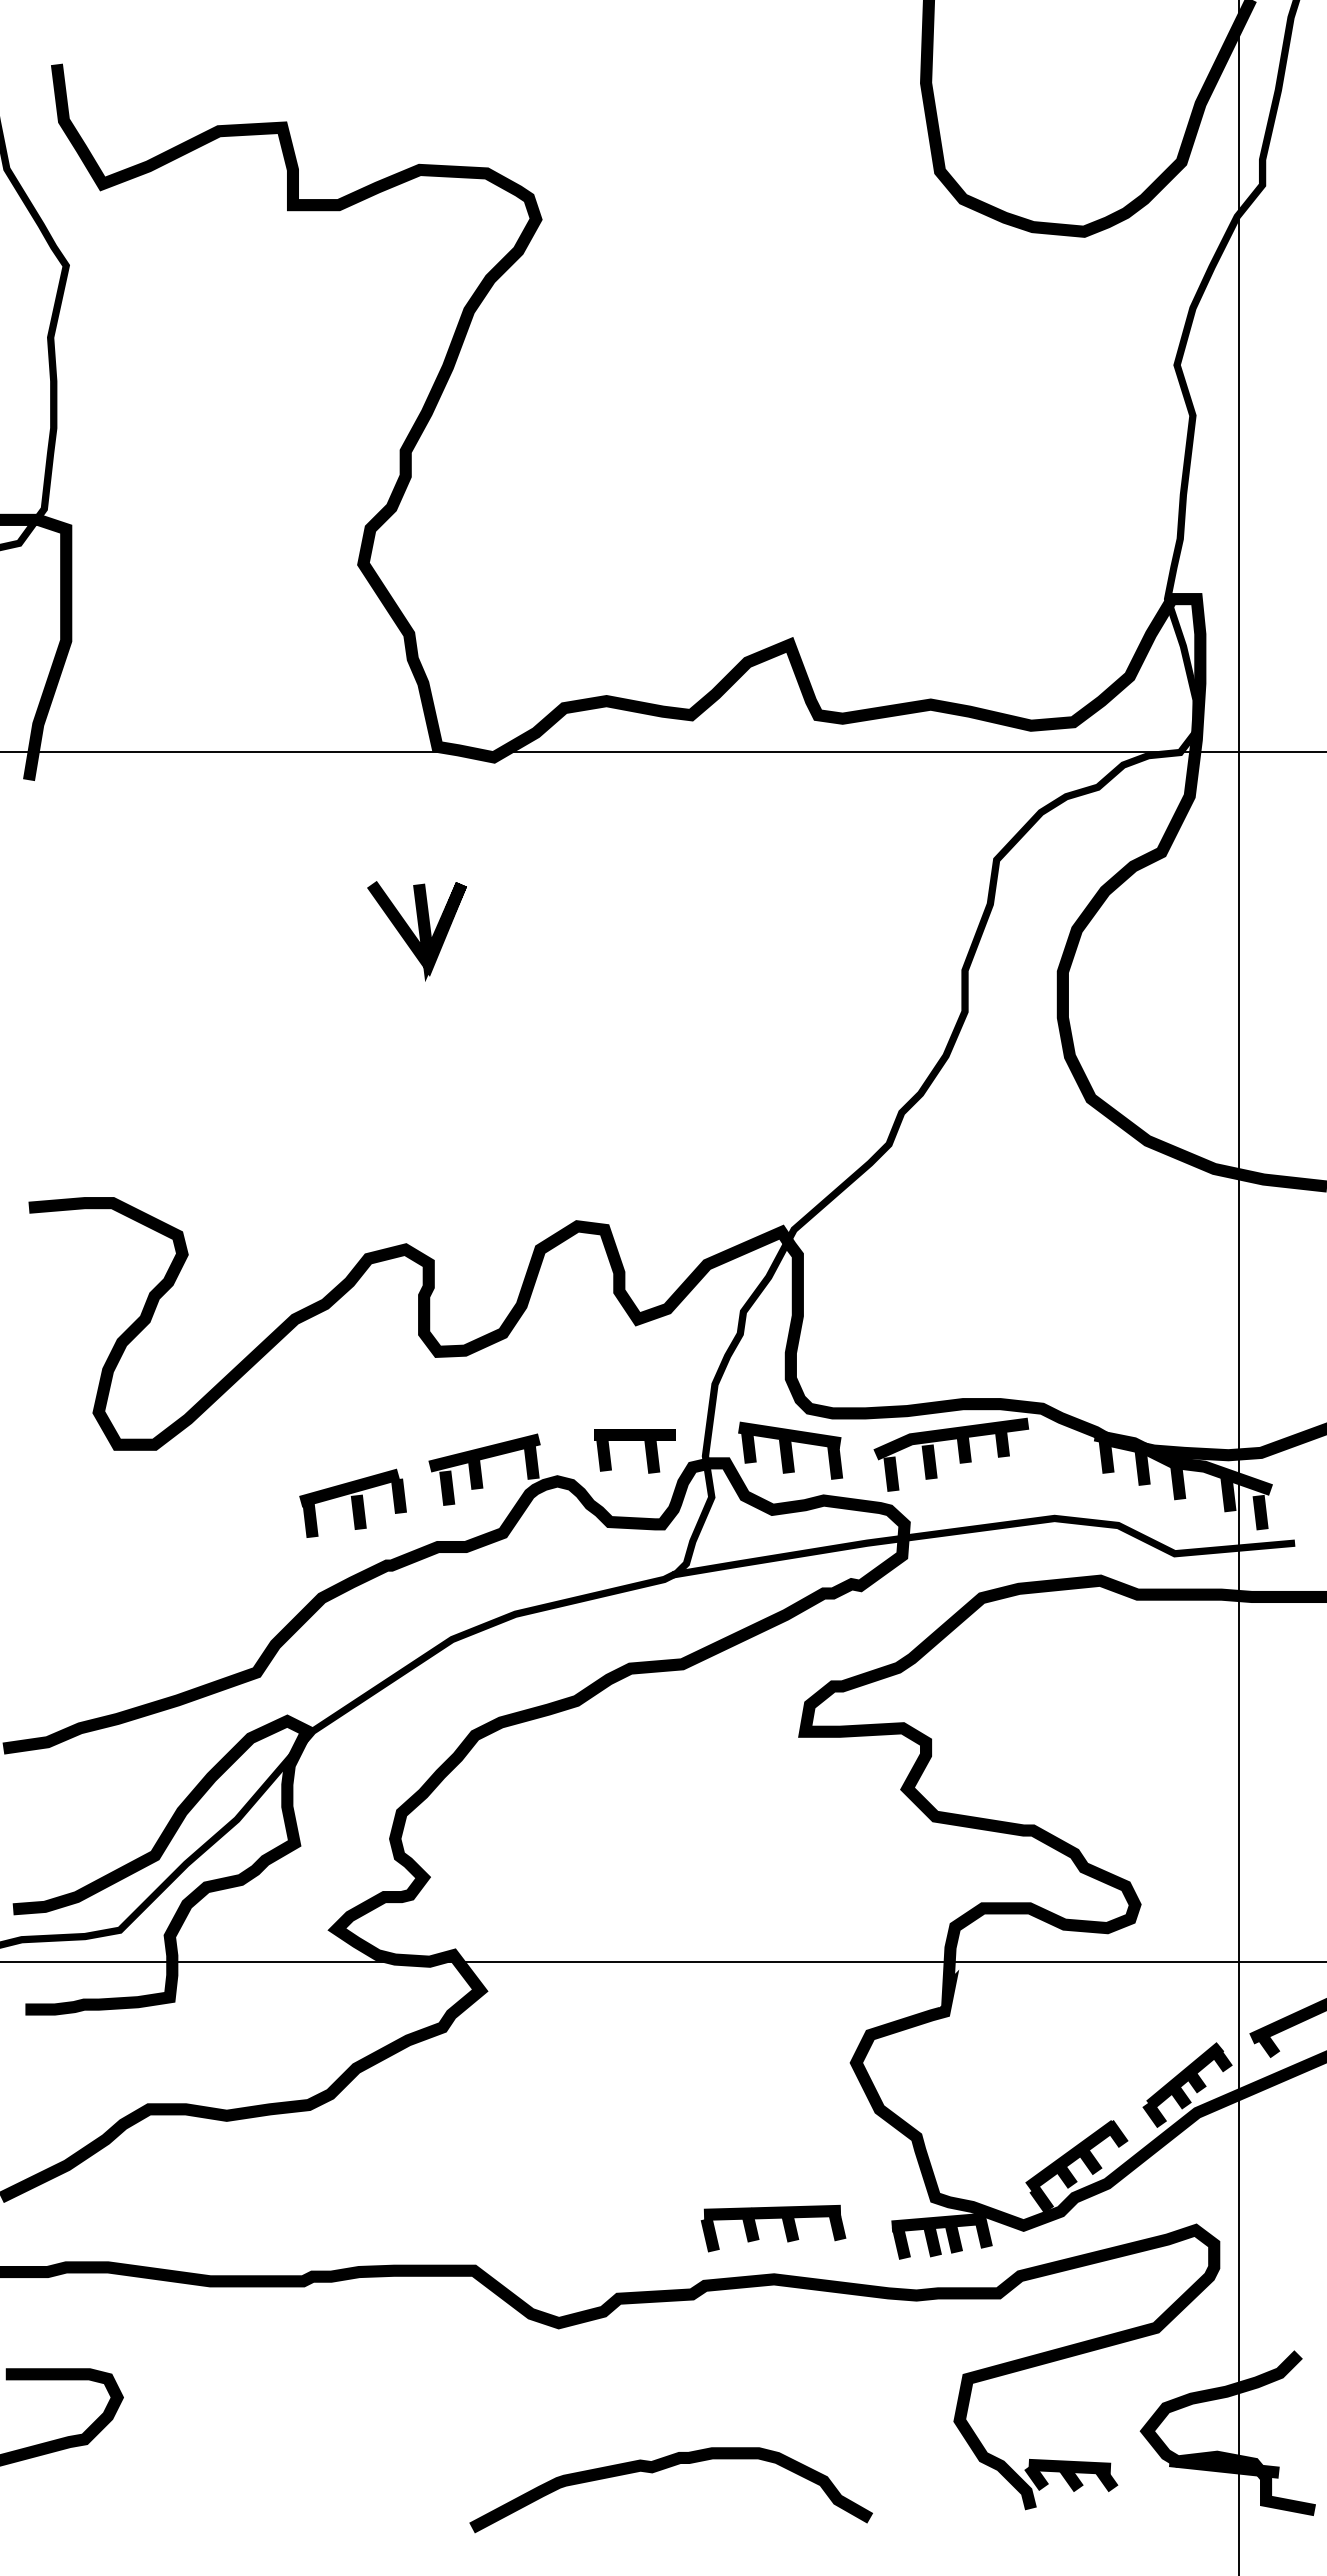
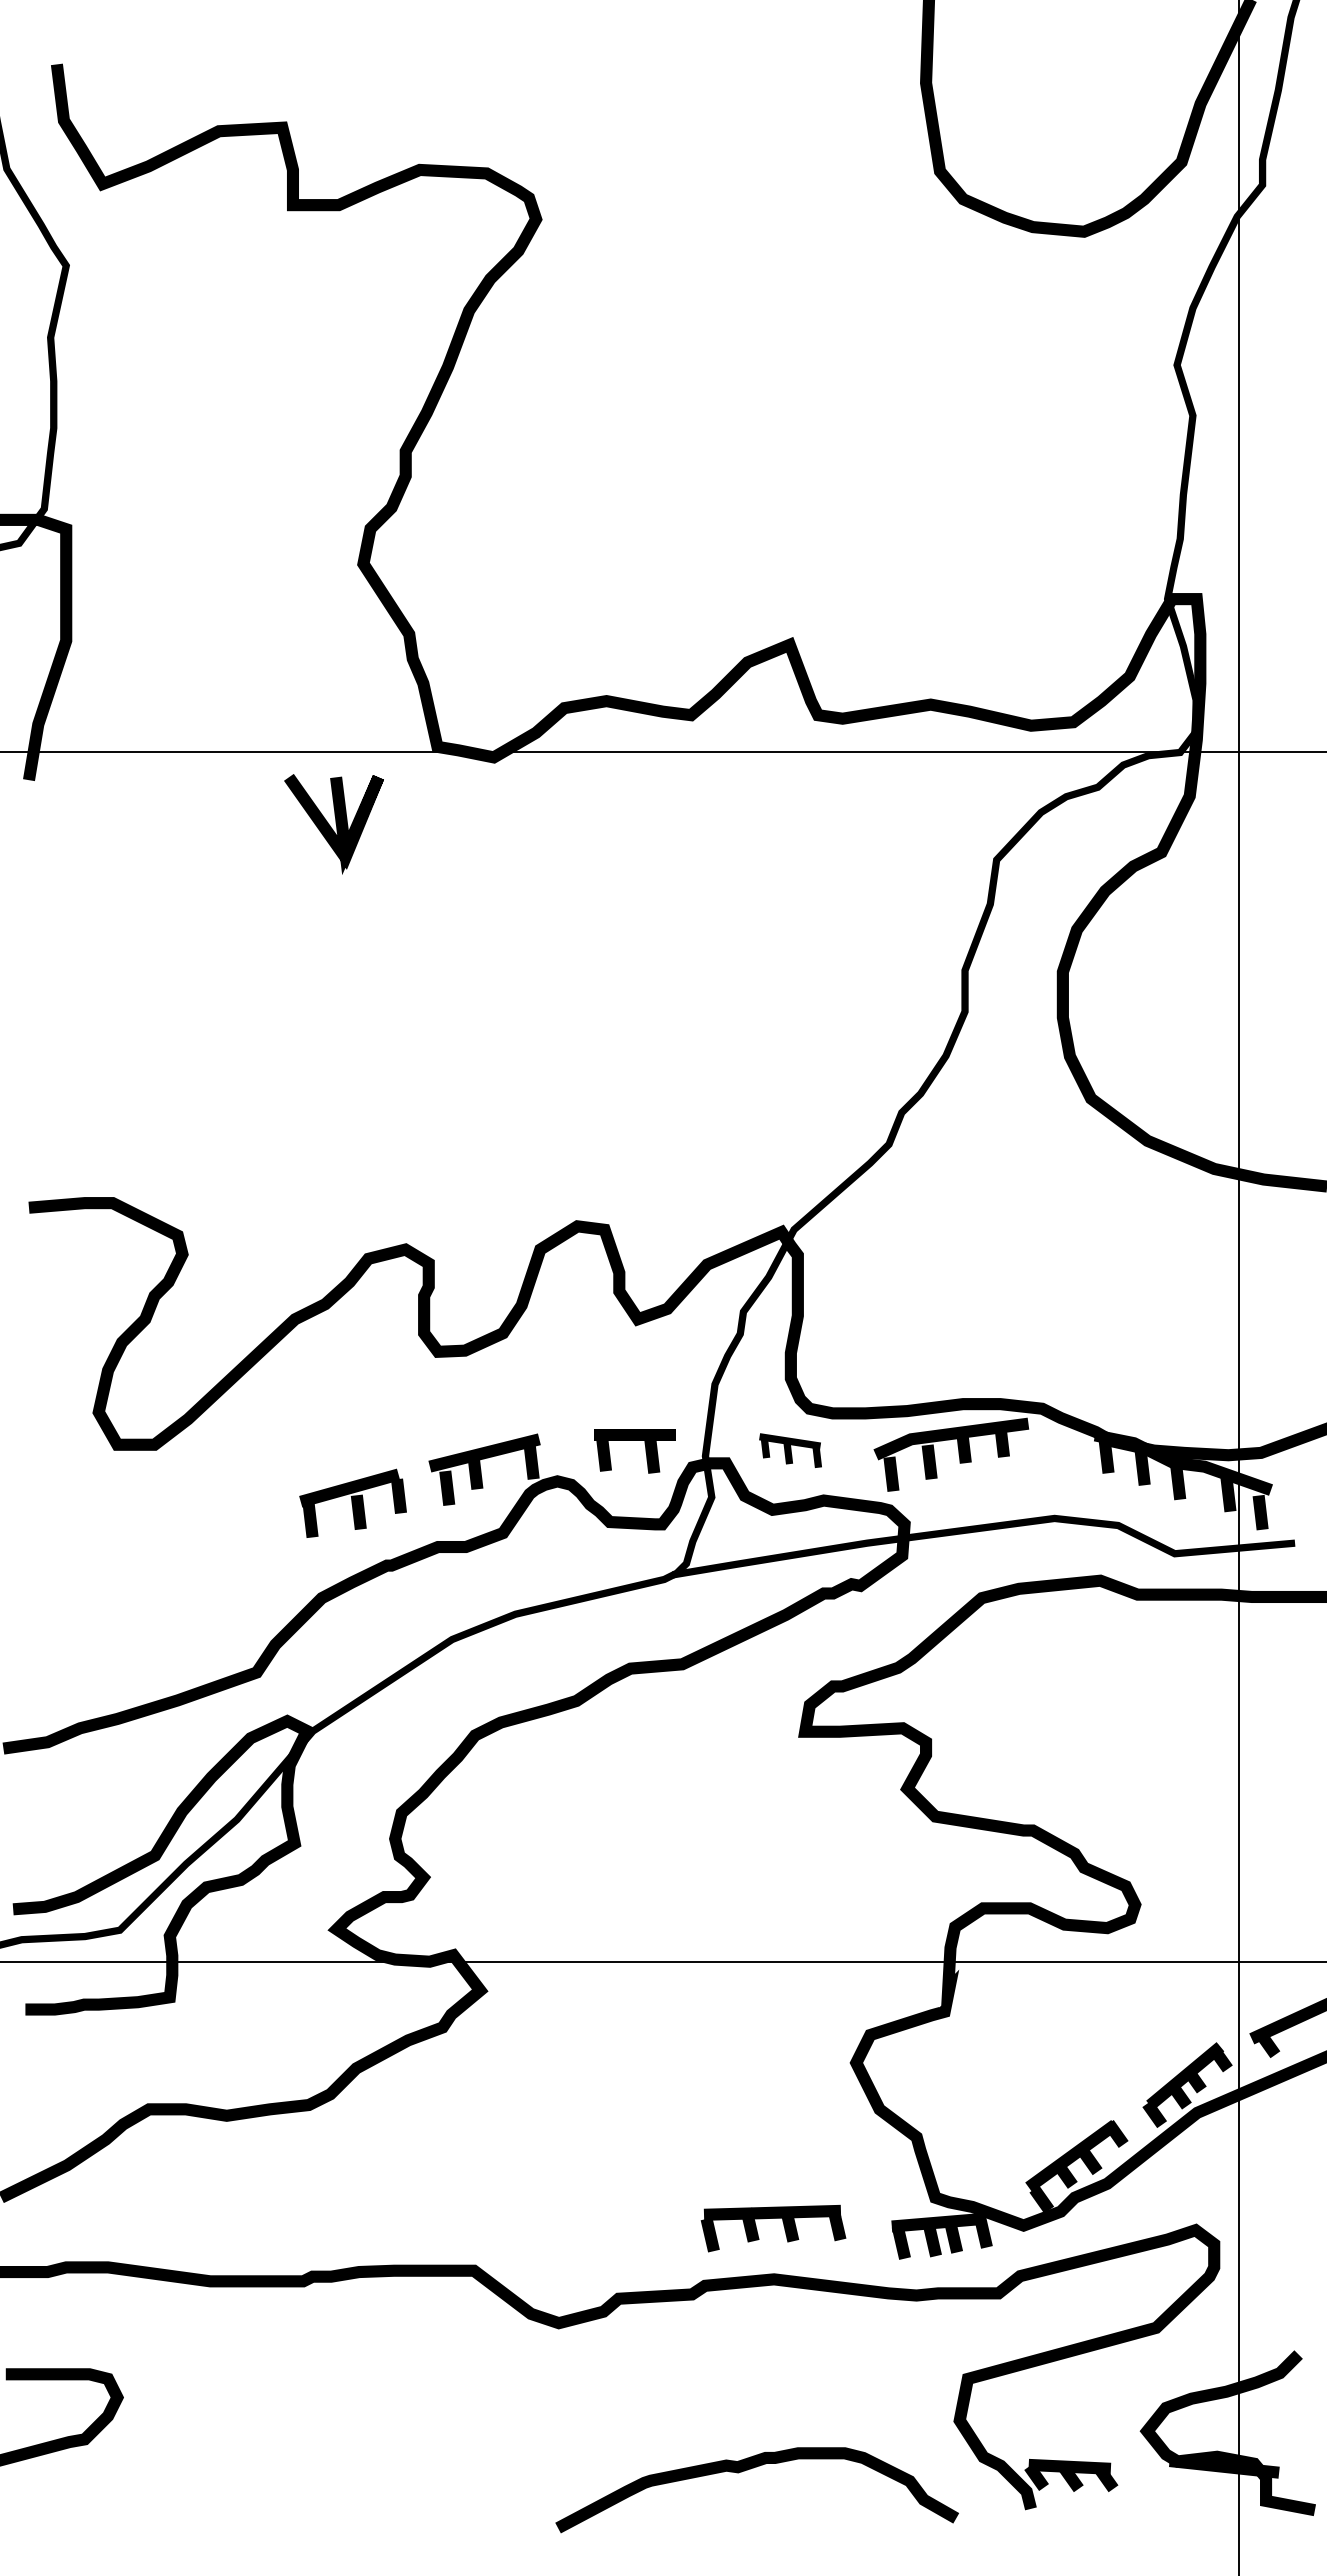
line at (418, 930) position: (418, 930) -> (335, 823)
part at (790, 1450) size: 105x59 px -> 63x35 px
curve at (664, 2469) position: (664, 2469) -> (750, 2469)
